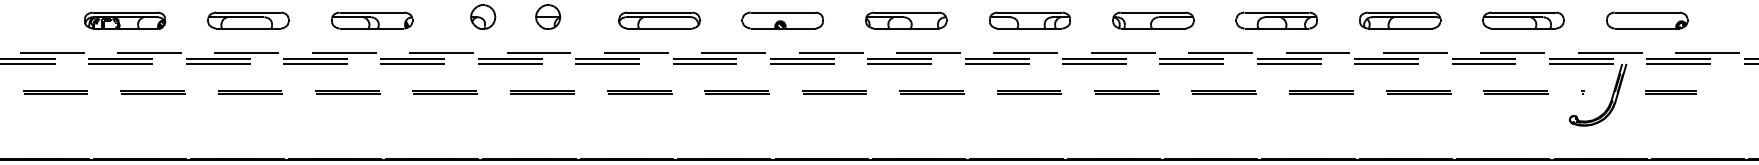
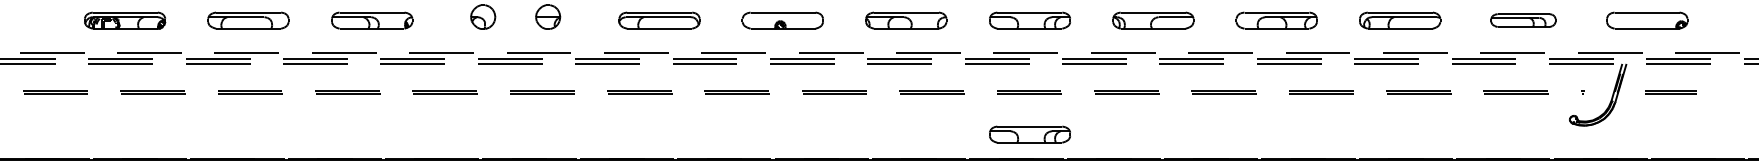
part at (1523, 20) size: 83x19 px -> 67x15 px
part at (1030, 134): none -> present
